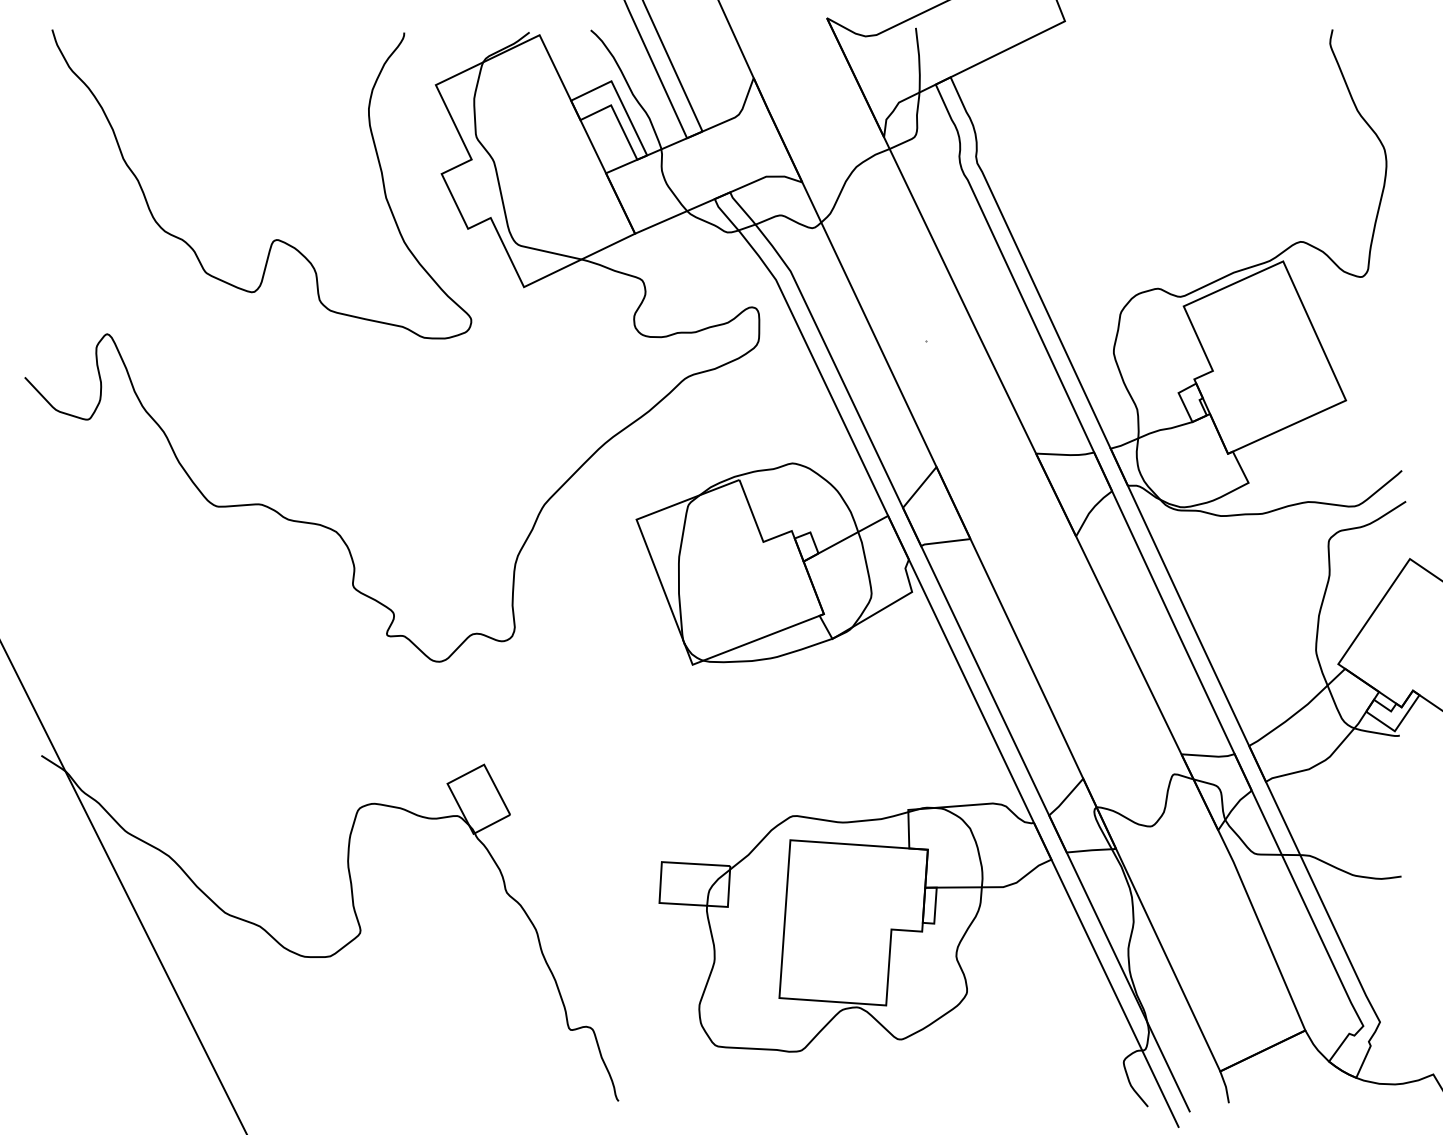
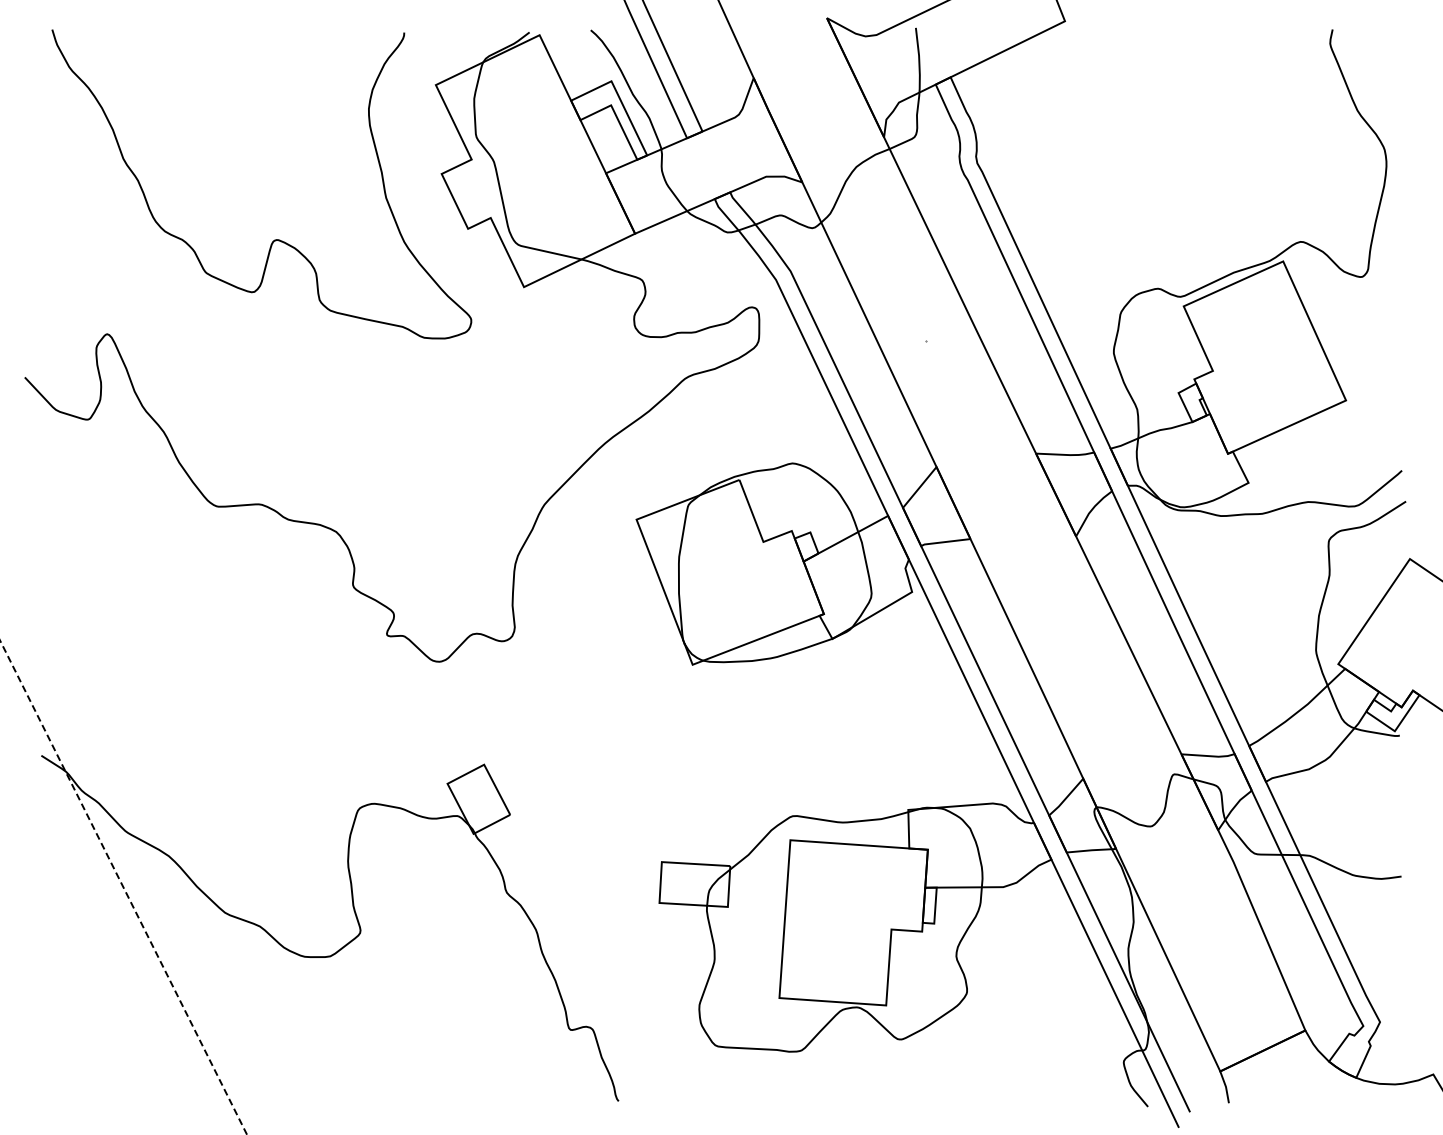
line at (123, 887): solid -> dashed
